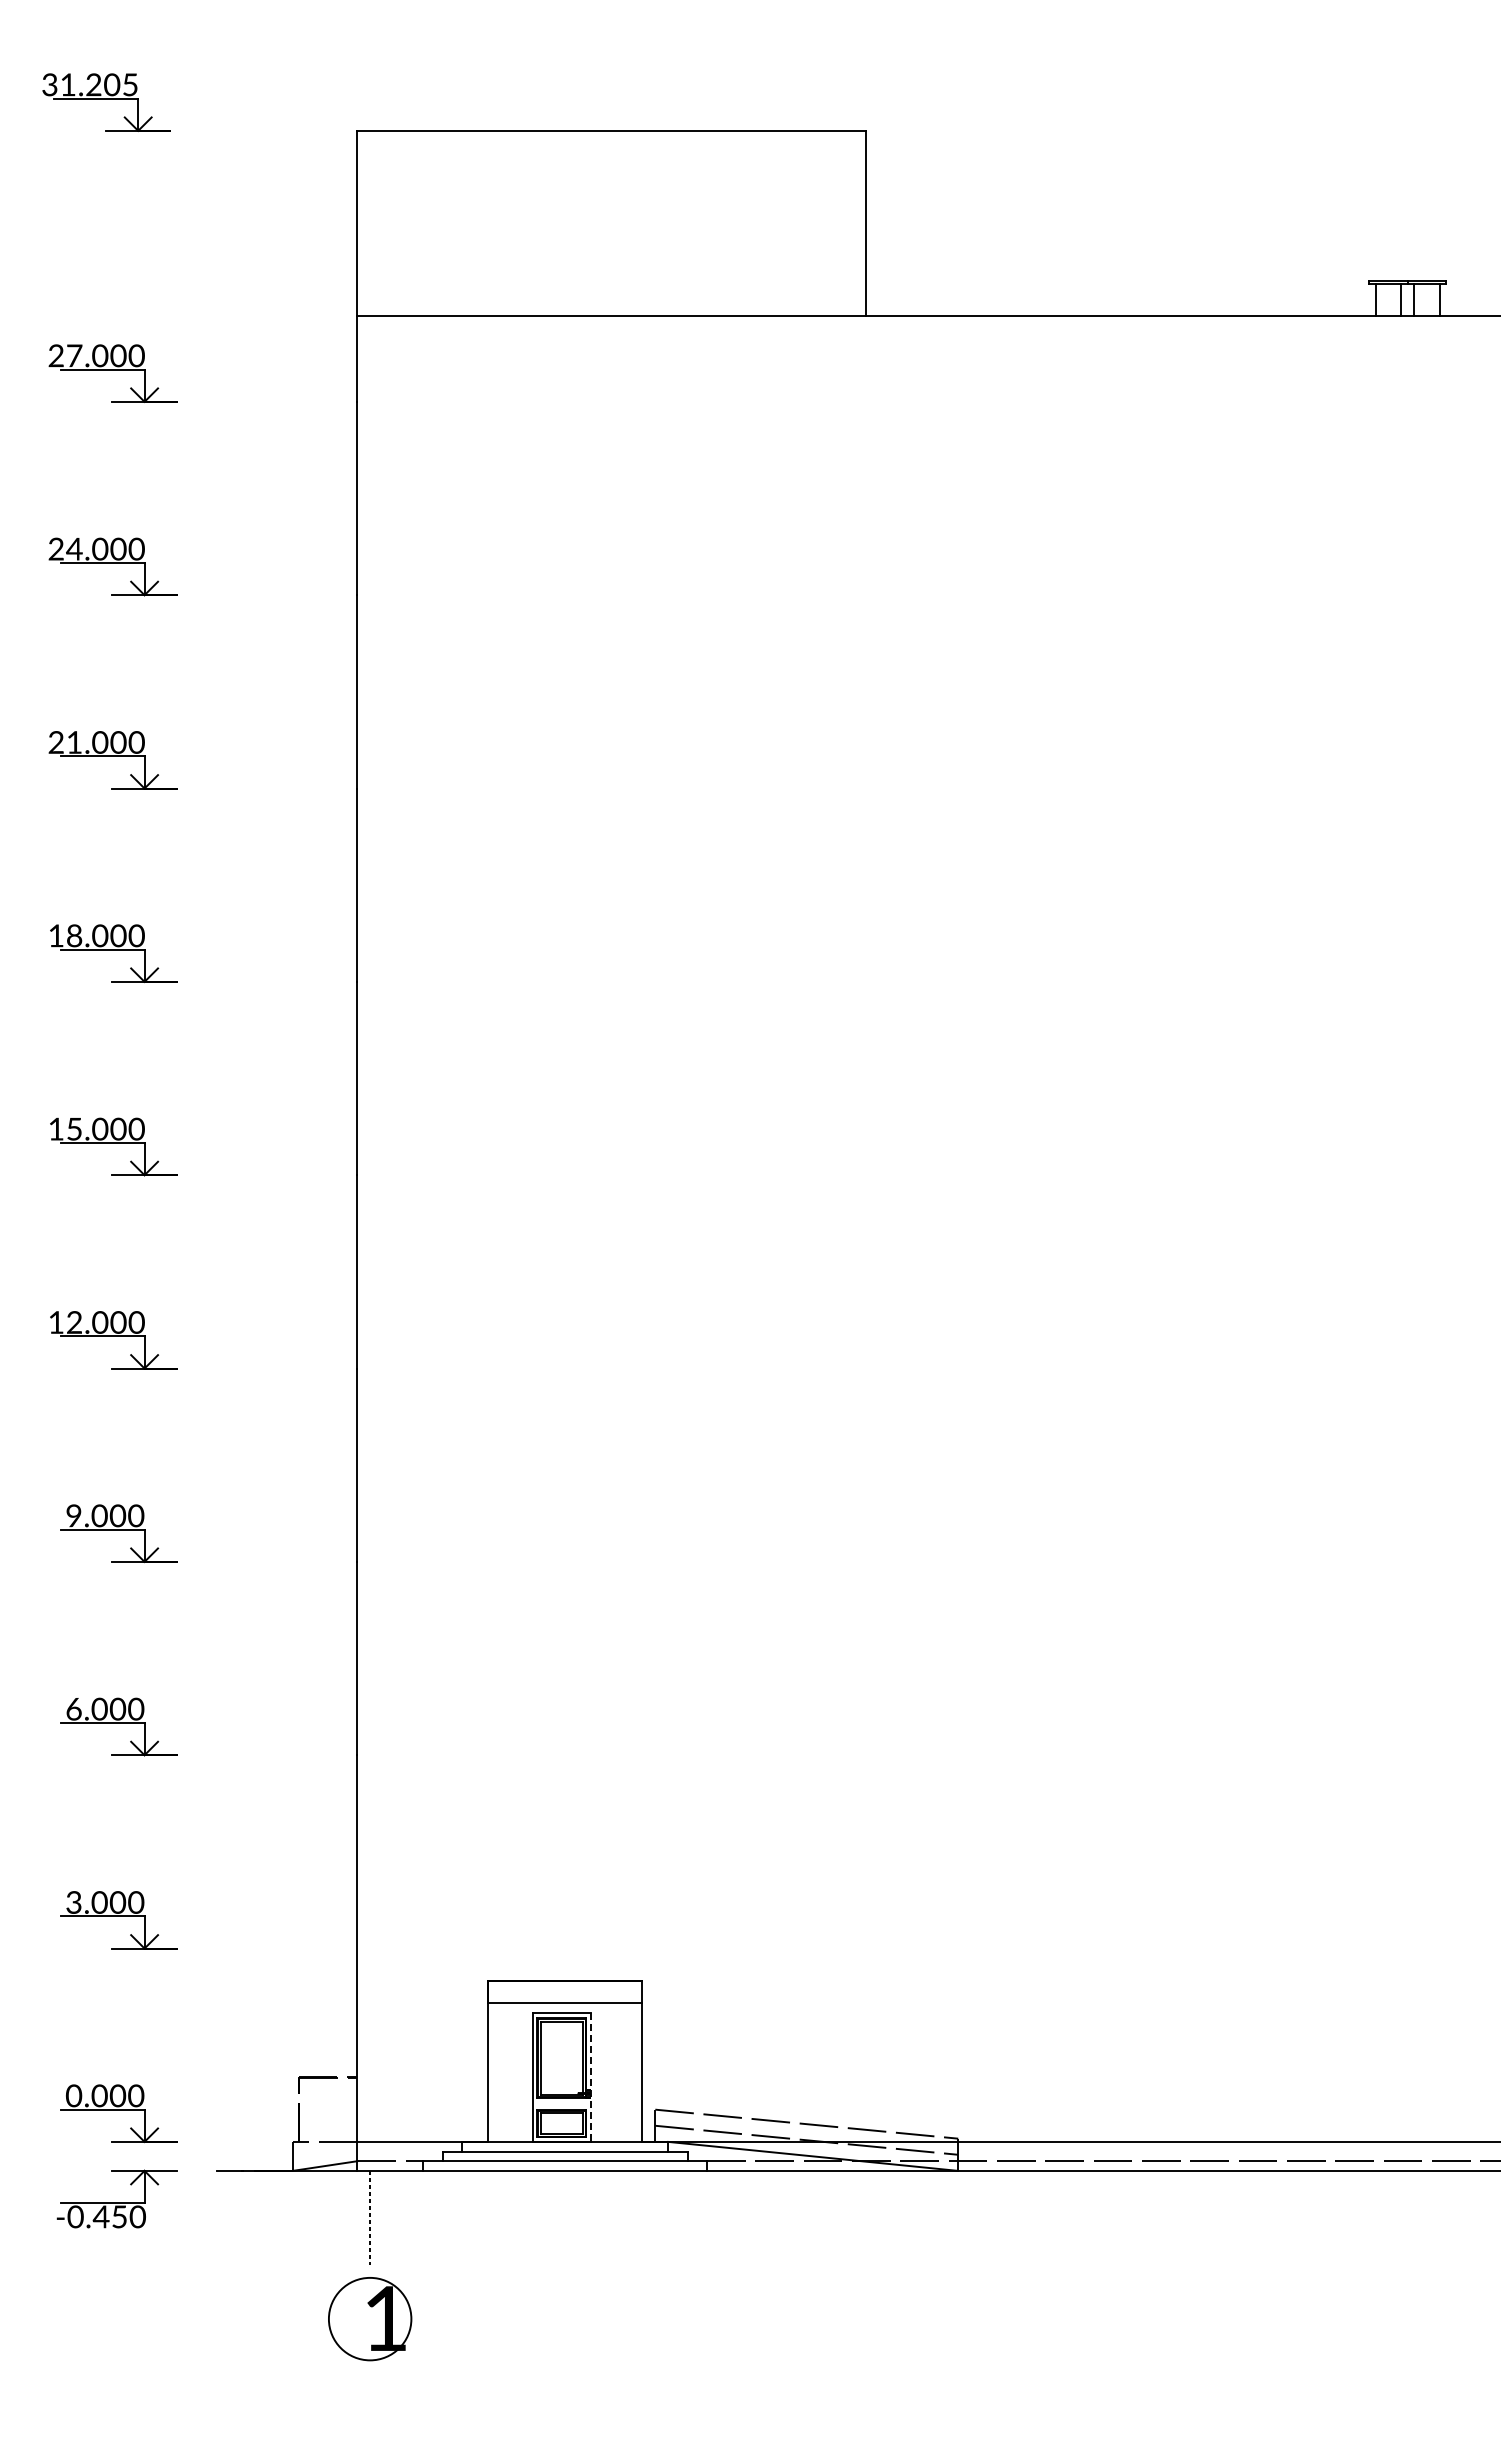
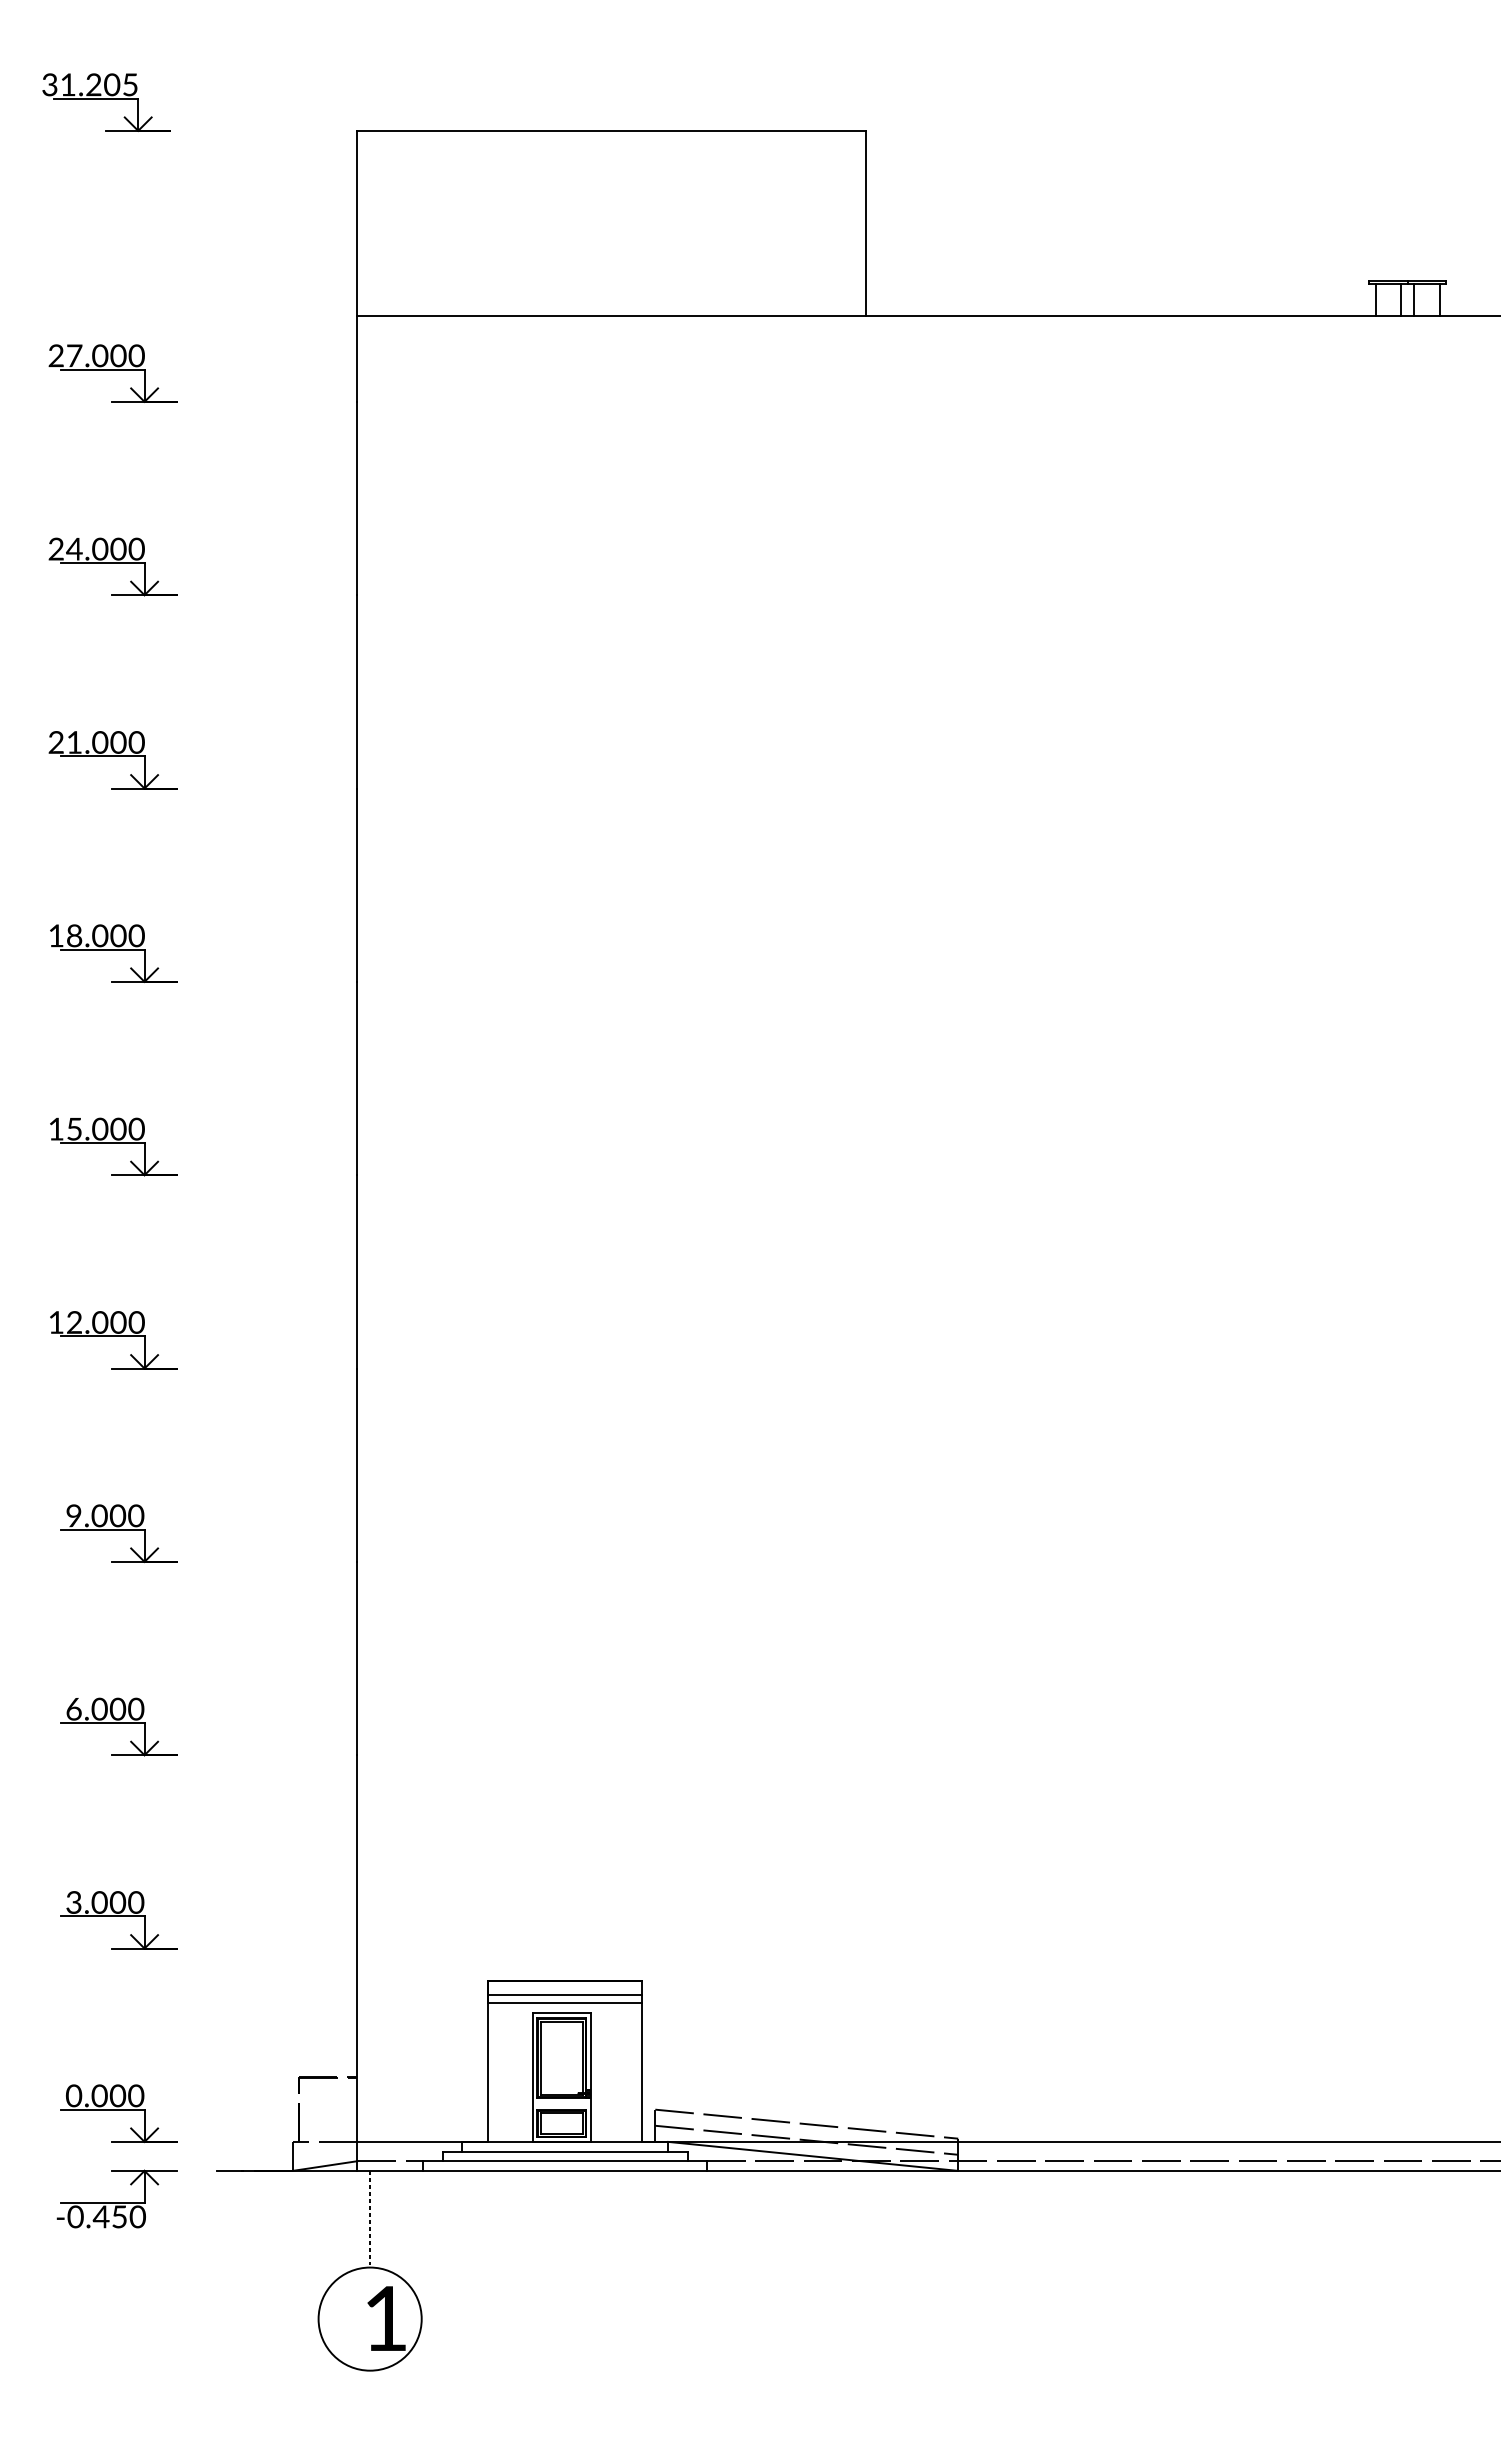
line at (564, 1994): none -> present
line at (590, 2077): dashed -> solid
circle at (369, 2318) diameter: 82 px -> 103 px
